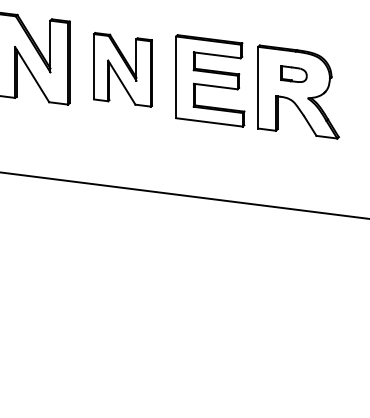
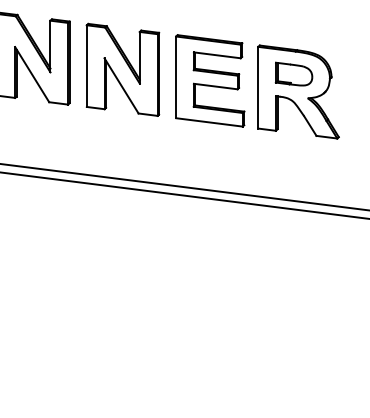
part at (122, 69) size: 60x76 px -> 76x95 px
part at (293, 73) size: 28x18 px -> 40x26 px
line at (184, 187): none -> present
